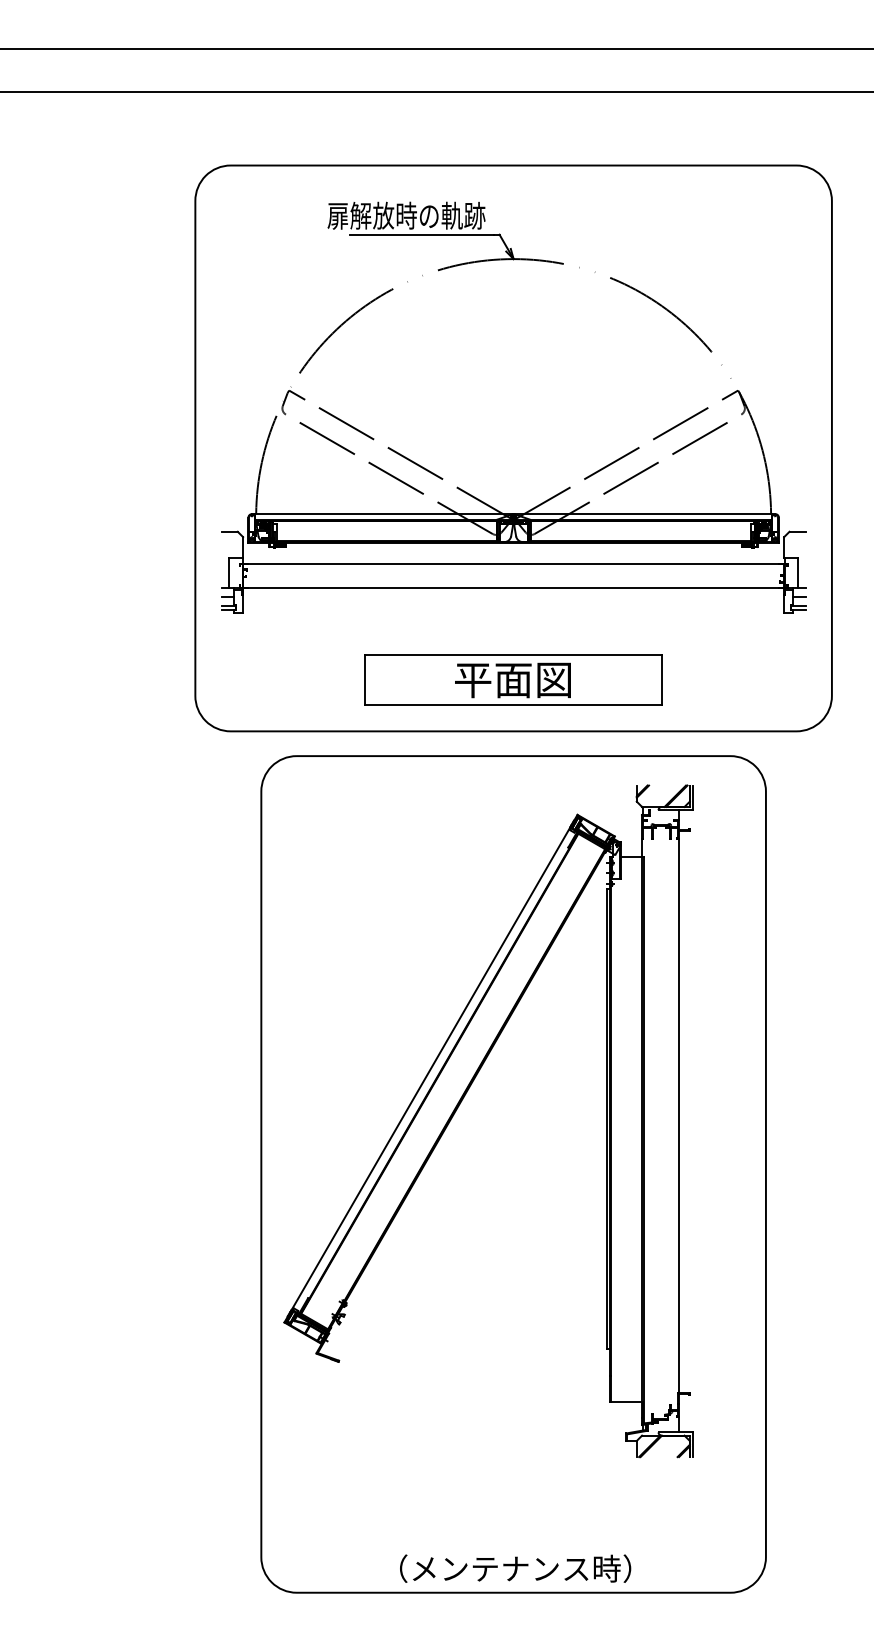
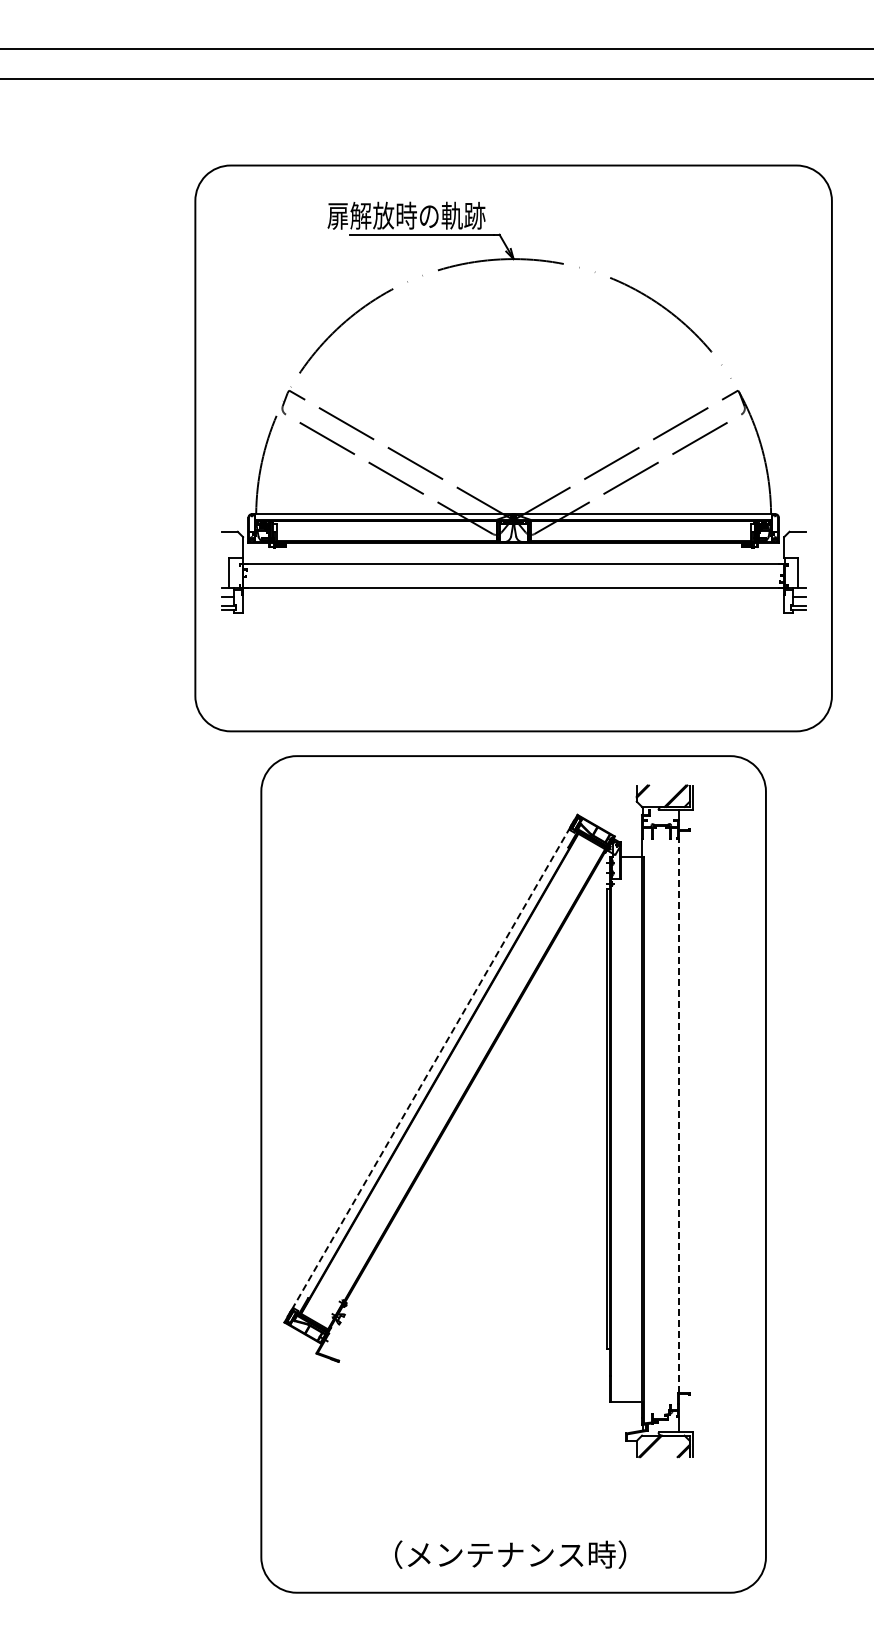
line at (436, 91) position: (436, 91) -> (436, 78)
part at (513, 679): present -> none
line at (430, 1068): solid -> dashed
line at (679, 1115): solid -> dashed
text at (515, 1568) position: (515, 1568) -> (510, 1554)
